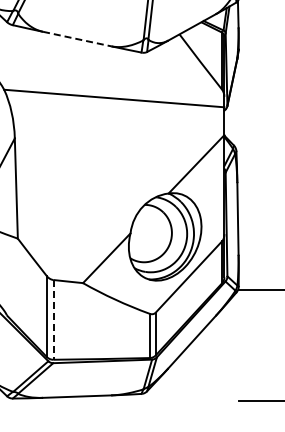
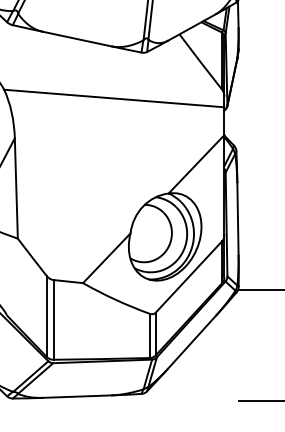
line at (77, 39): dashed -> solid
line at (53, 319): dashed -> solid
